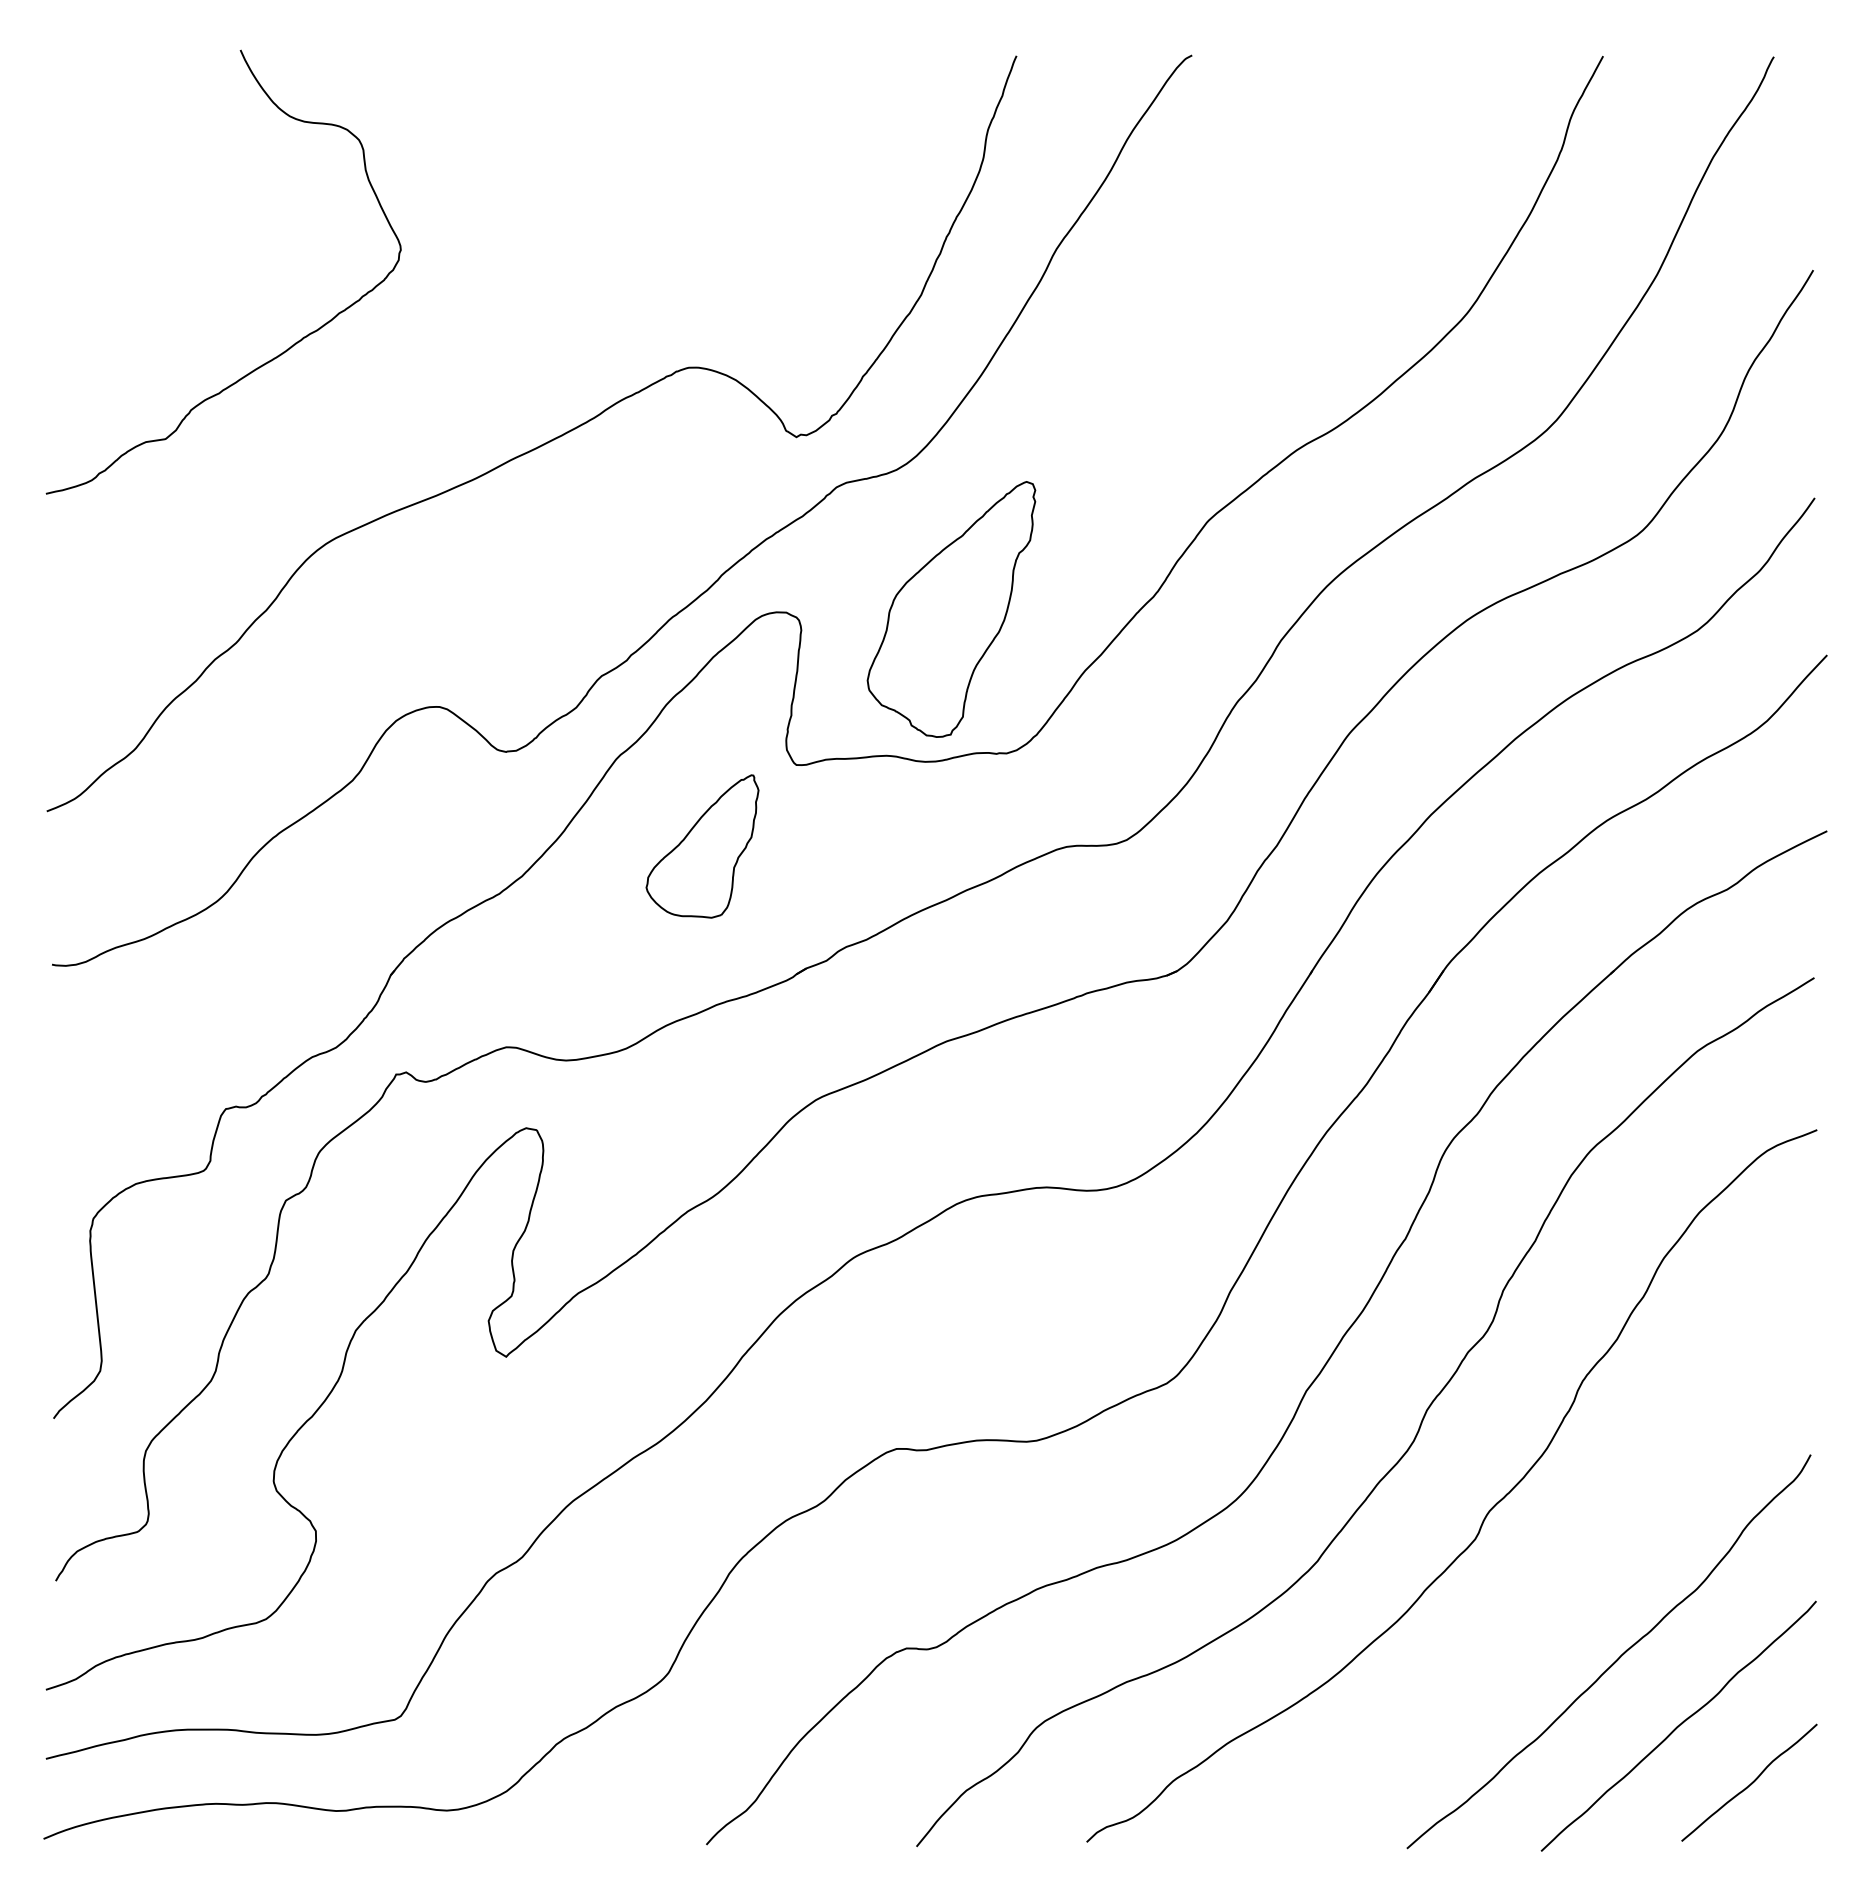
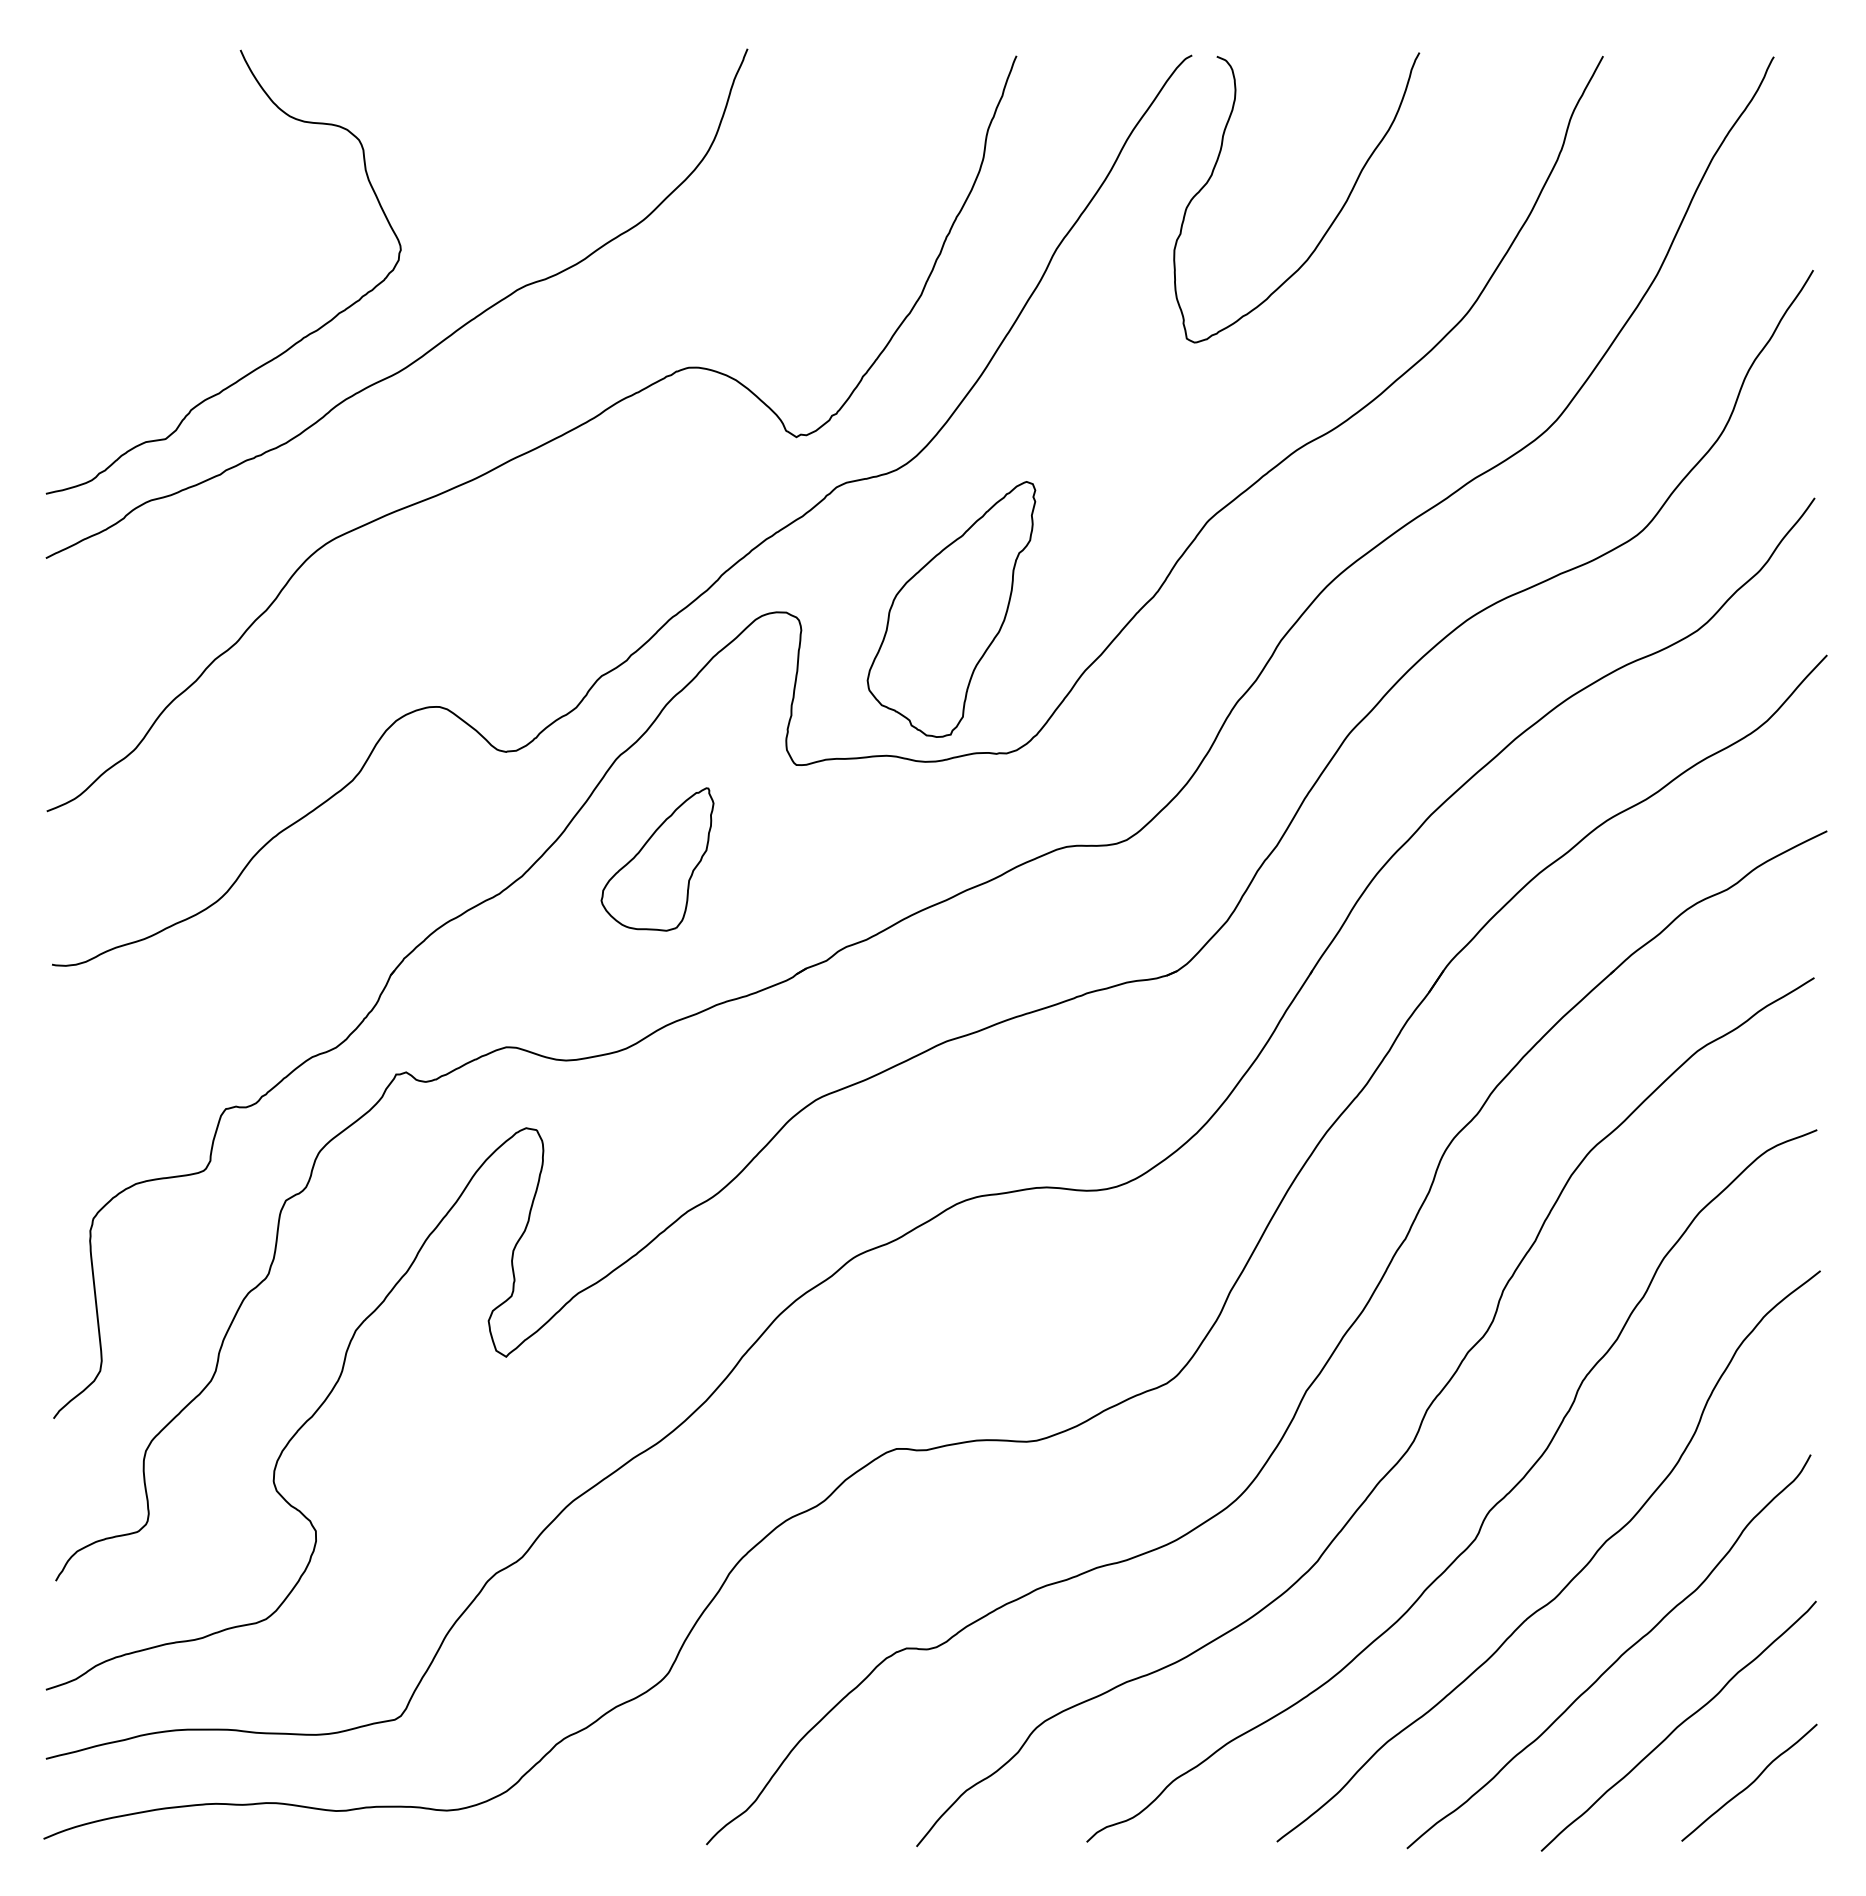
curve at (1333, 219): none -> present
curve at (429, 349): none -> present
part at (702, 846) position: (702, 846) -> (657, 859)
curve at (1571, 1579): none -> present
